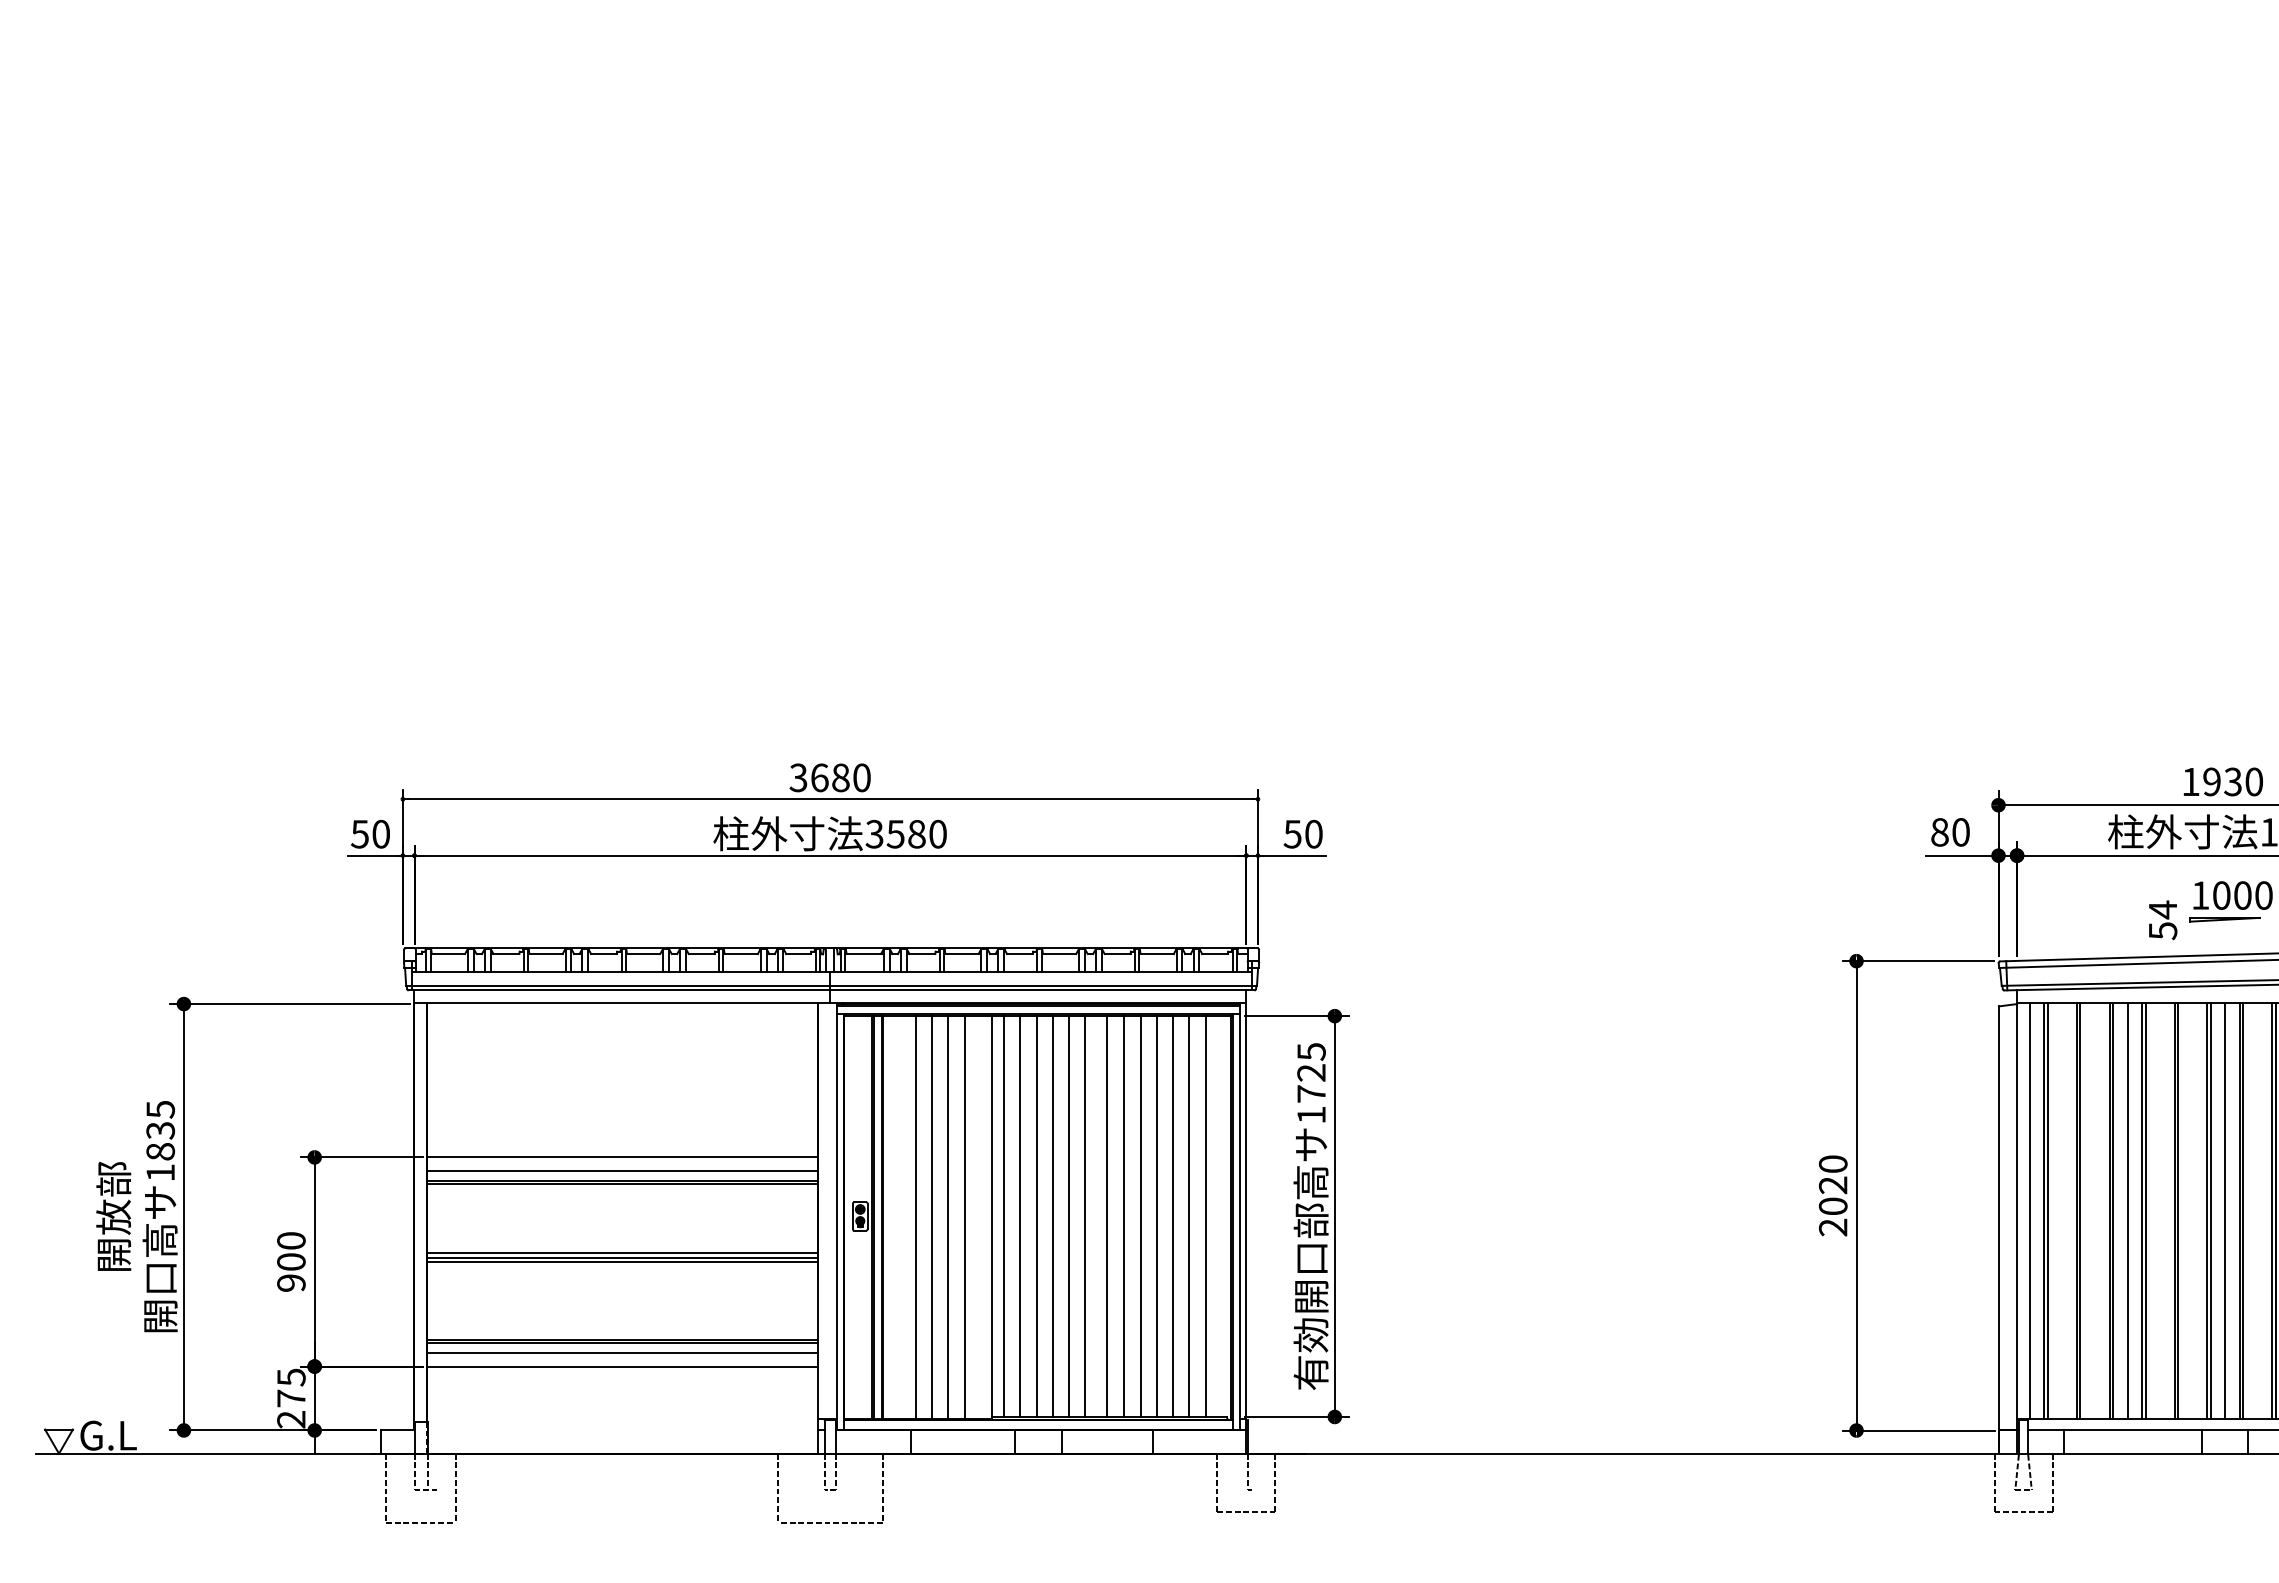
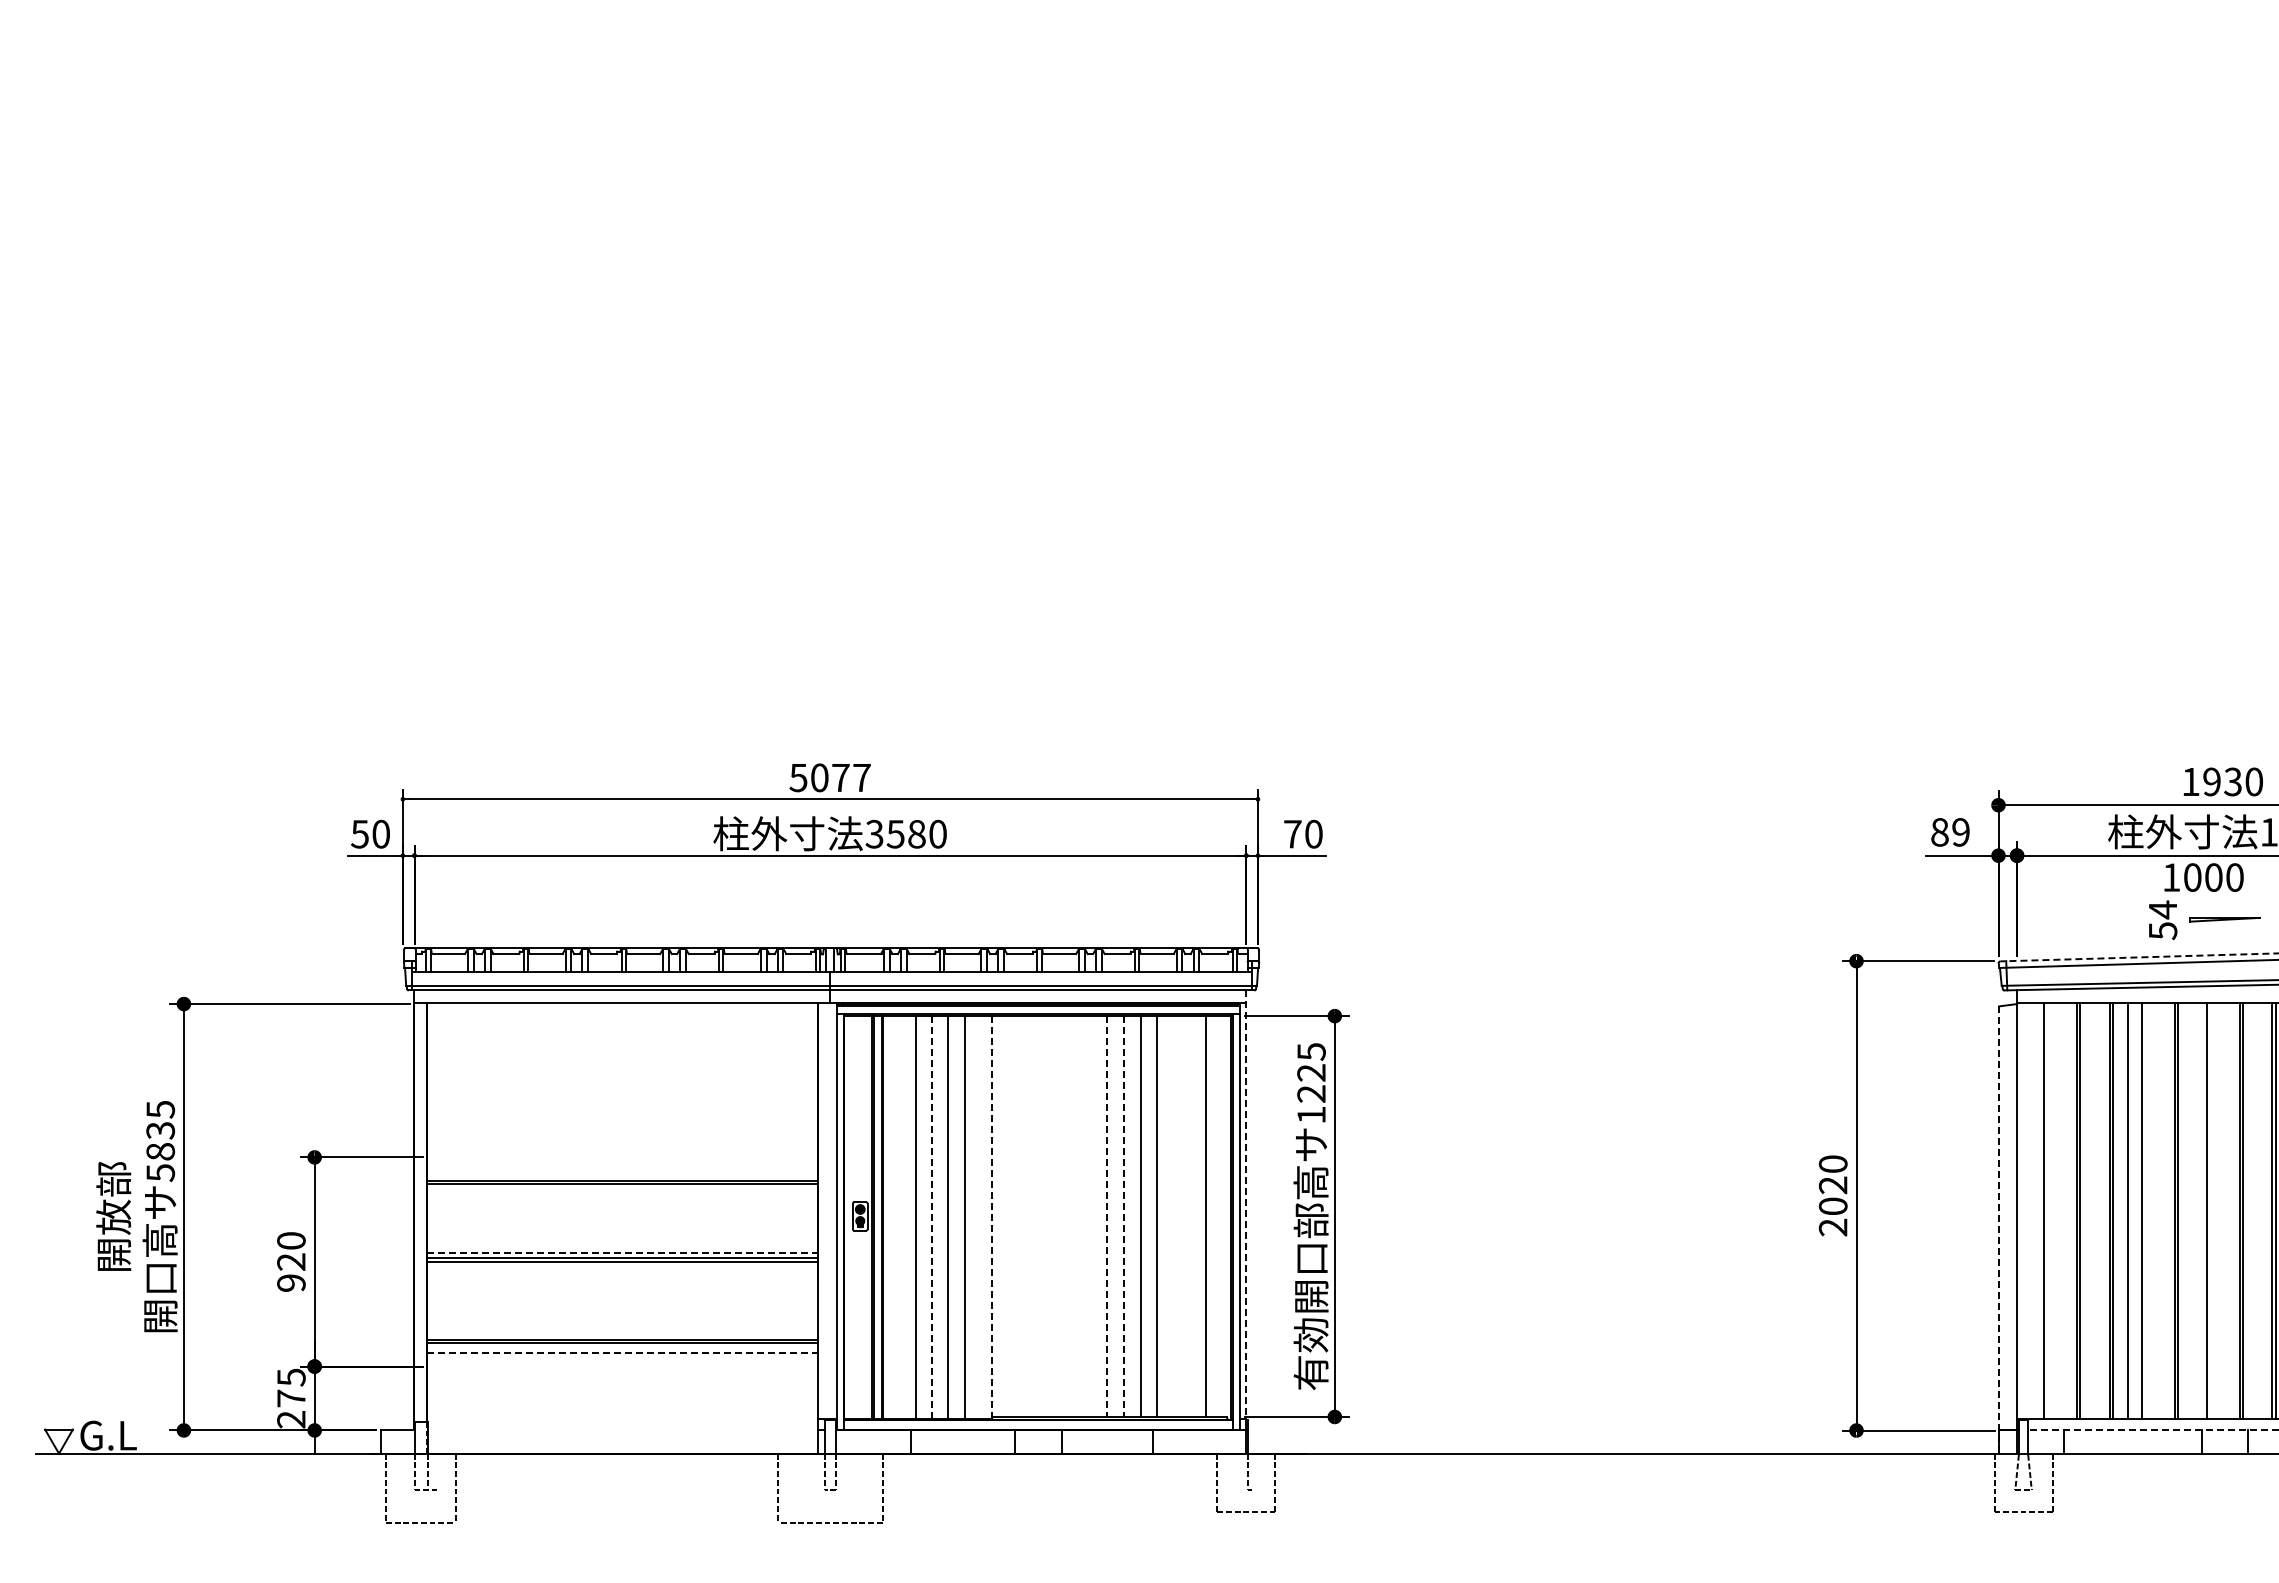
text at (830, 777): 3680 -> 5077
text at (1960, 832): 80 -> 89
text at (1292, 834): 50 -> 70
text at (2232, 895) position: (2232, 895) -> (2203, 877)
line at (2138, 957): solid -> dashed
text at (1311, 1093): 1725 -> 1225
line at (622, 1157): present -> none
line at (622, 1170): present -> none
text at (160, 1173): 1835 -> 5835
line at (1246, 1205): solid -> dashed
line at (2029, 1210): present -> none
line at (2047, 1210): present -> none
line at (2145, 1210): present -> none
line at (2210, 1210): present -> none
line at (2225, 1210): present -> none
line at (1004, 1216): present -> none
line at (1020, 1216): present -> none
line at (1036, 1216): present -> none
line at (1052, 1216): present -> none
line at (1069, 1216): present -> none
line at (1085, 1216): present -> none
line at (1173, 1216): present -> none
line at (1189, 1216): present -> none
line at (1106, 1217): solid -> dashed
line at (1124, 1217): solid -> dashed
line at (932, 1218): solid -> dashed
line at (992, 1218): solid -> dashed
line at (1999, 1230): solid -> dashed
line at (622, 1252): solid -> dashed
text at (291, 1261): 900 -> 920
line at (622, 1353): solid -> dashed
line at (622, 1366): present -> none
line at (2153, 1430): solid -> dashed
